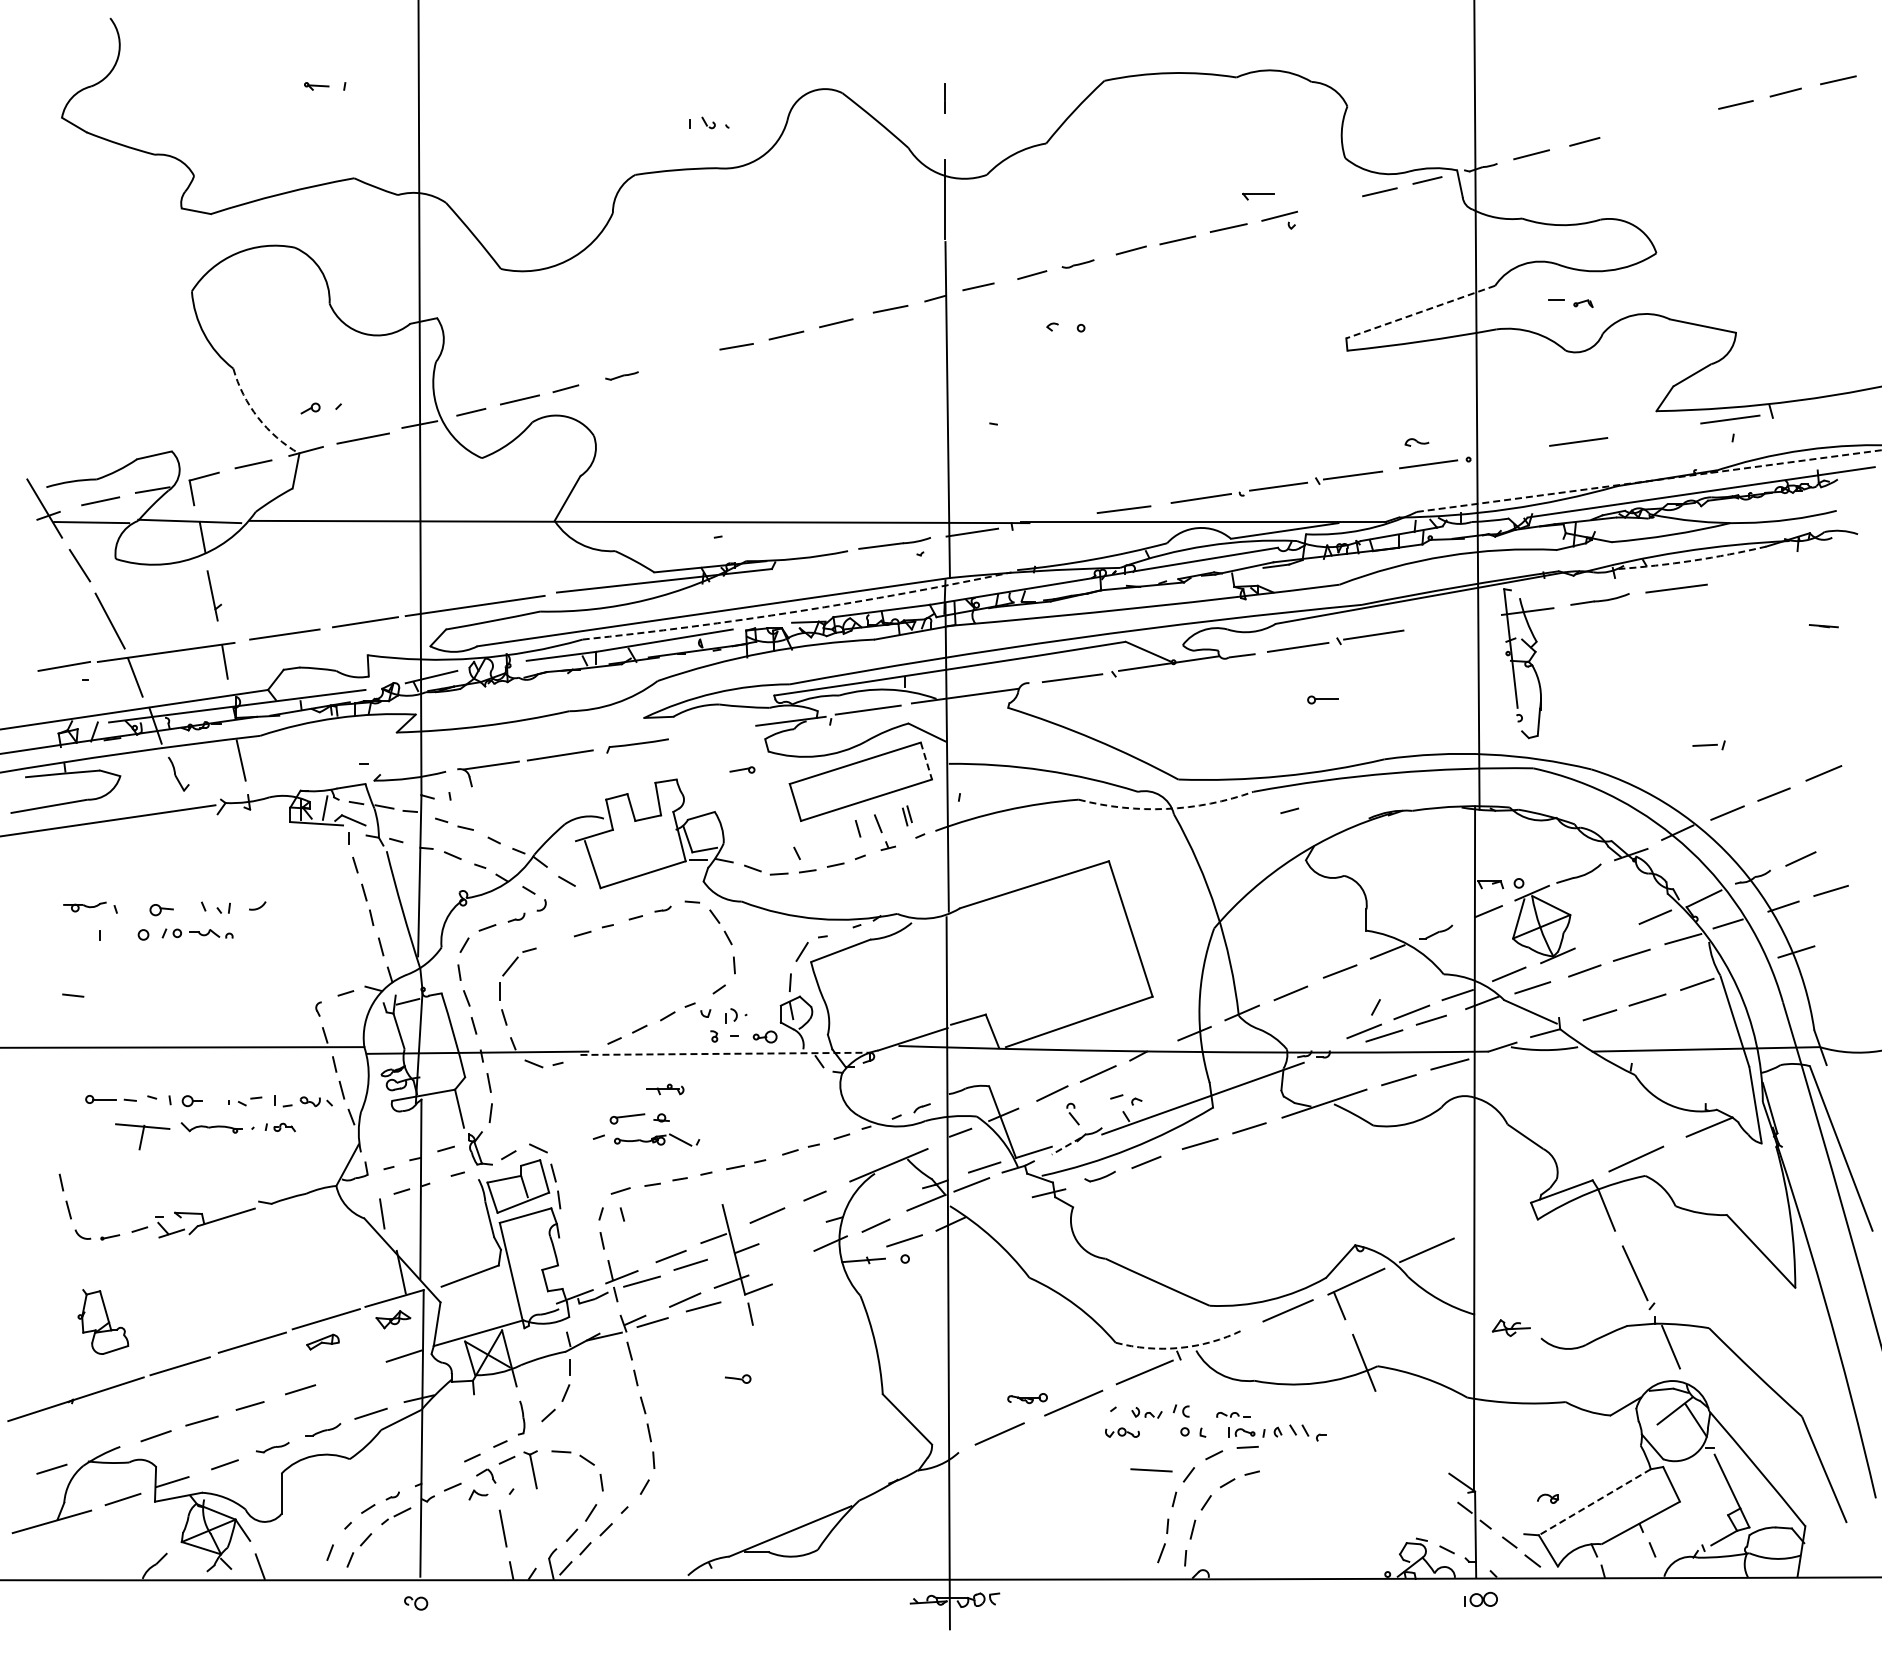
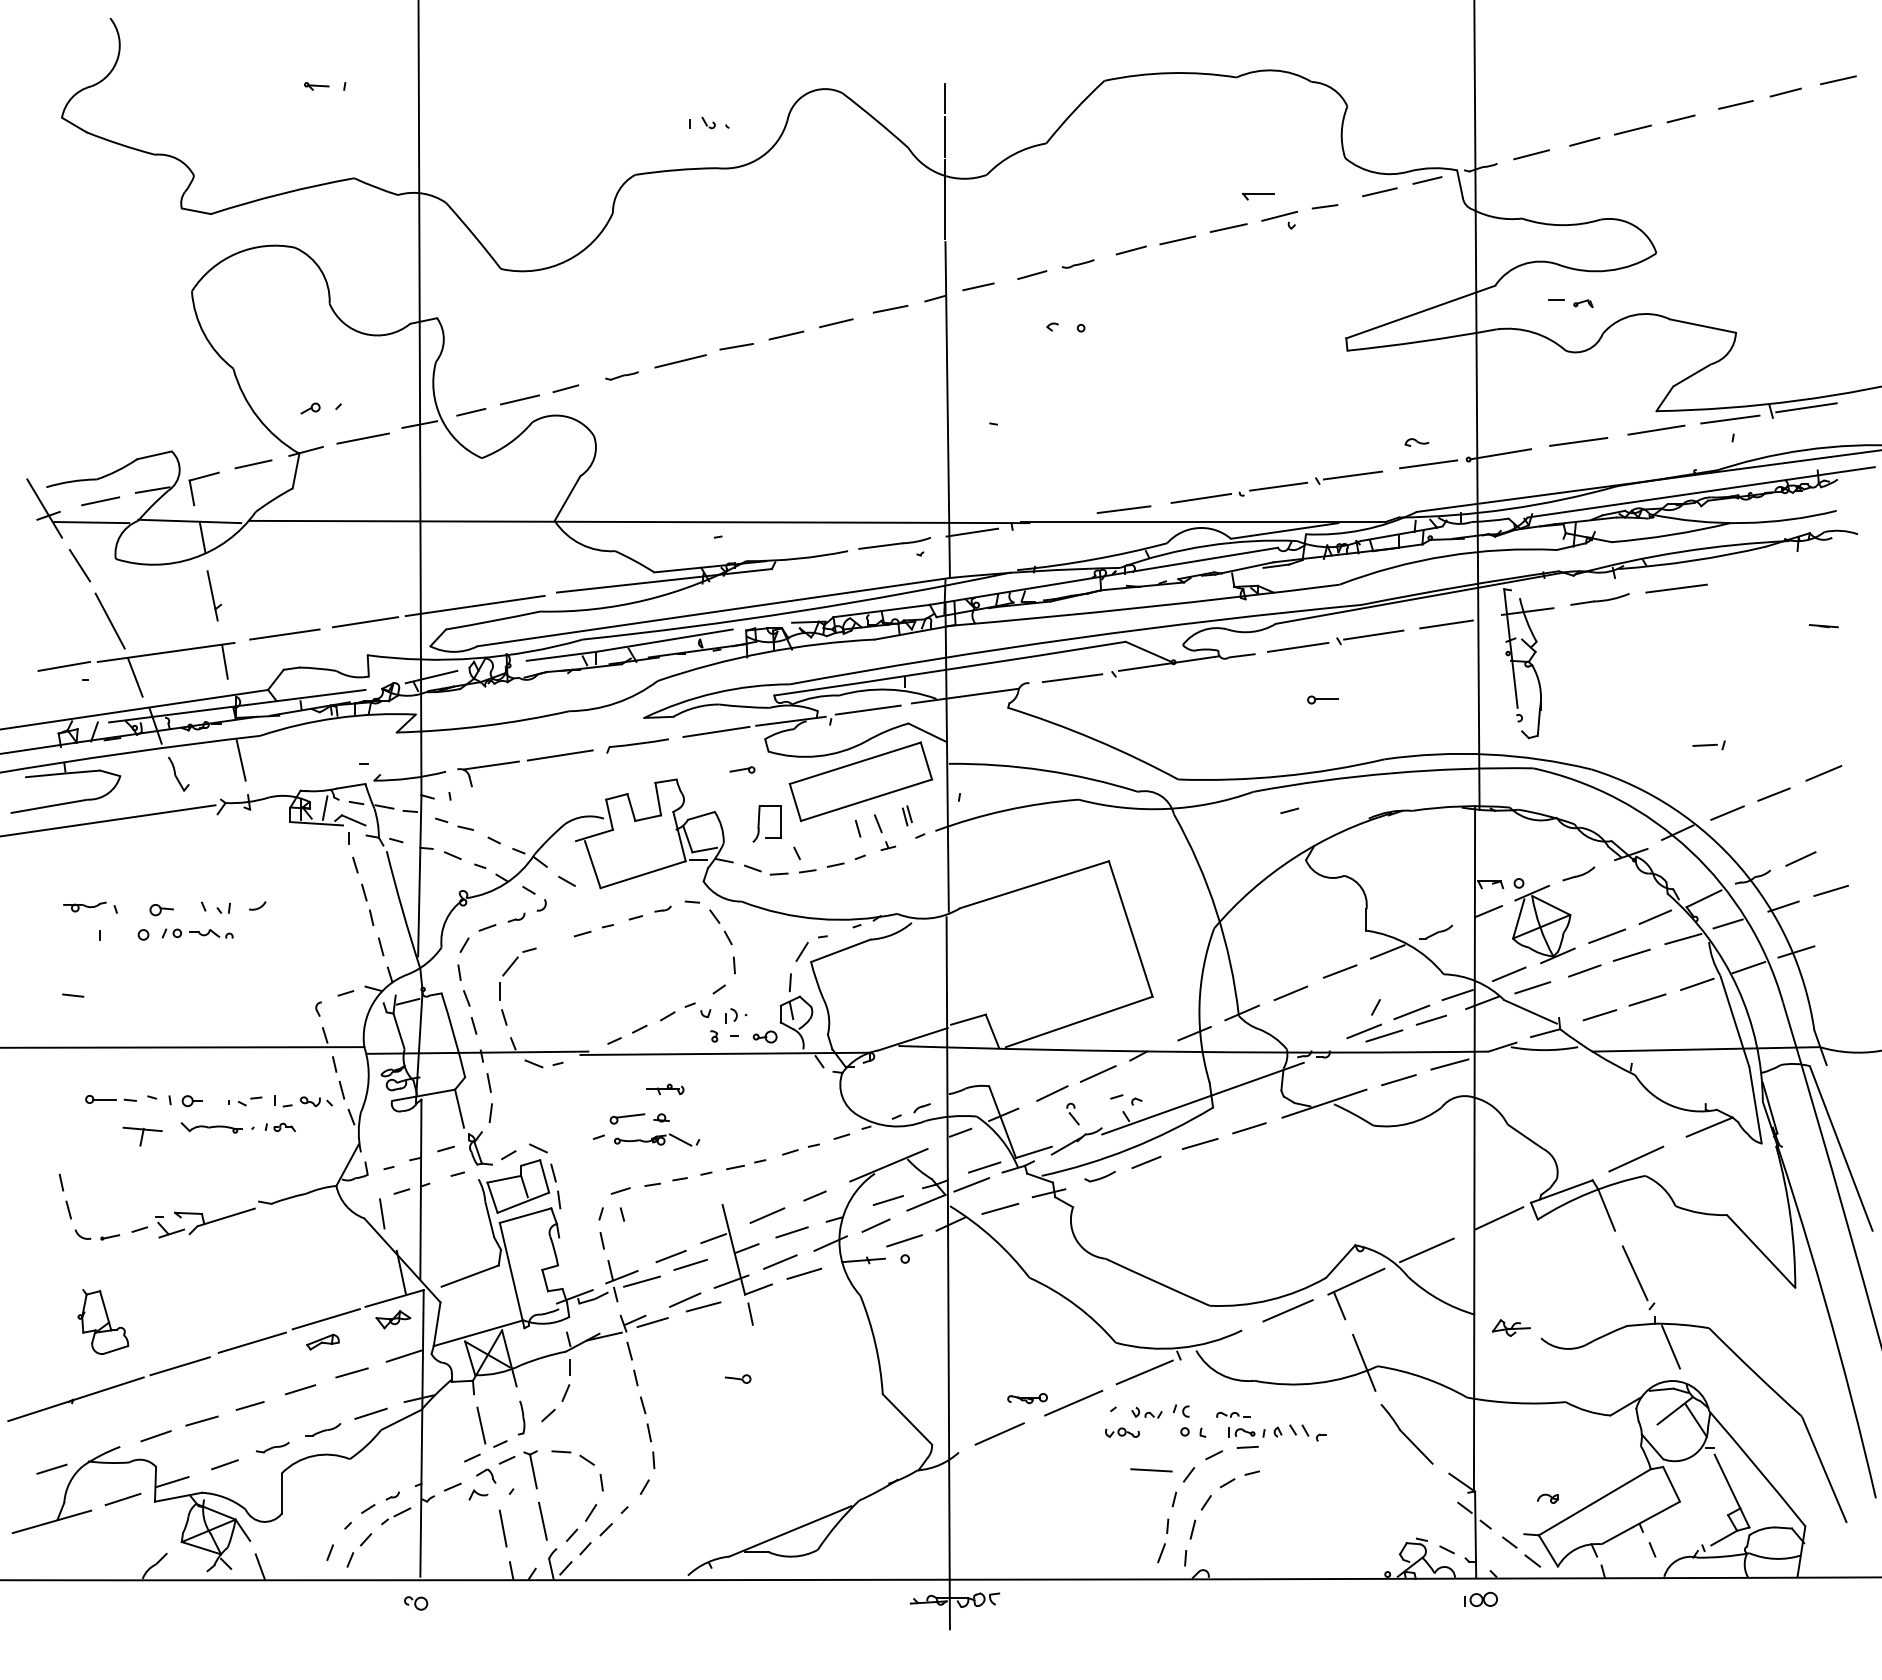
line at (1680, 118): none -> present
line at (1632, 129): none -> present
line at (945, 136): none -> present
line at (1324, 206): none -> present
line at (1420, 312): dashed -> solid
line at (680, 361): none -> present
line at (1806, 407): none -> present
arc at (258, 417): dashed -> solid
line at (1656, 429): none -> present
line at (1500, 454): none -> present
line at (1649, 481): dashed -> solid
arc at (1692, 560): dashed -> solid
arc at (797, 611): dashed -> solid
line at (1446, 624): none -> present
line at (716, 731): none -> present
line at (926, 761): dashed -> solid
arc at (1166, 808): dashed -> solid
part at (759, 823): none -> present
part at (1578, 873) size: 46x21 px -> 34x16 px
line at (1607, 936): none -> present
line at (1748, 967): none -> present
line at (725, 1053): dashed -> solid
part at (142, 1136) size: 56x28 px -> 41x21 px
line at (1066, 1146): dashed -> solid
line at (887, 1200): none -> present
line at (1000, 1208): none -> present
line at (1499, 1218): none -> present
line at (791, 1232): none -> present
line at (780, 1261): none -> present
line at (804, 1273): none -> present
arc at (1180, 1347): dashed -> solid
line at (351, 1372): none -> present
line at (481, 1425): none -> present
part at (1406, 1434): none -> present
line at (1594, 1502): dashed -> solid
line at (542, 1520): none -> present
